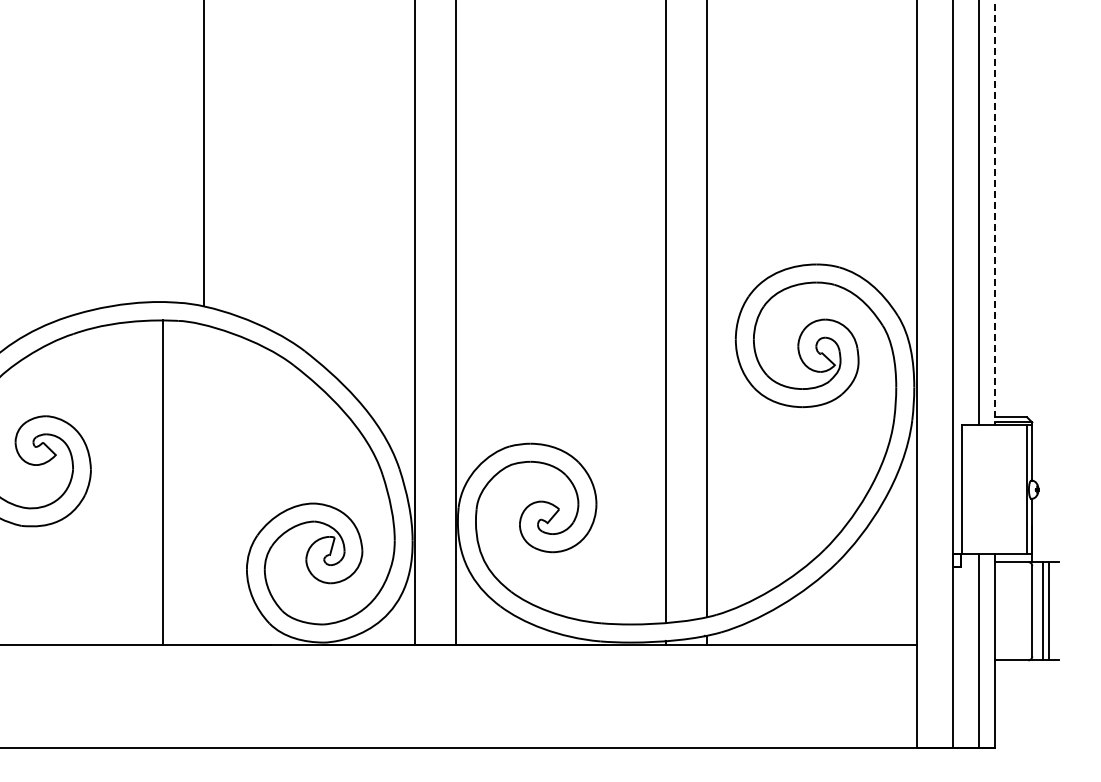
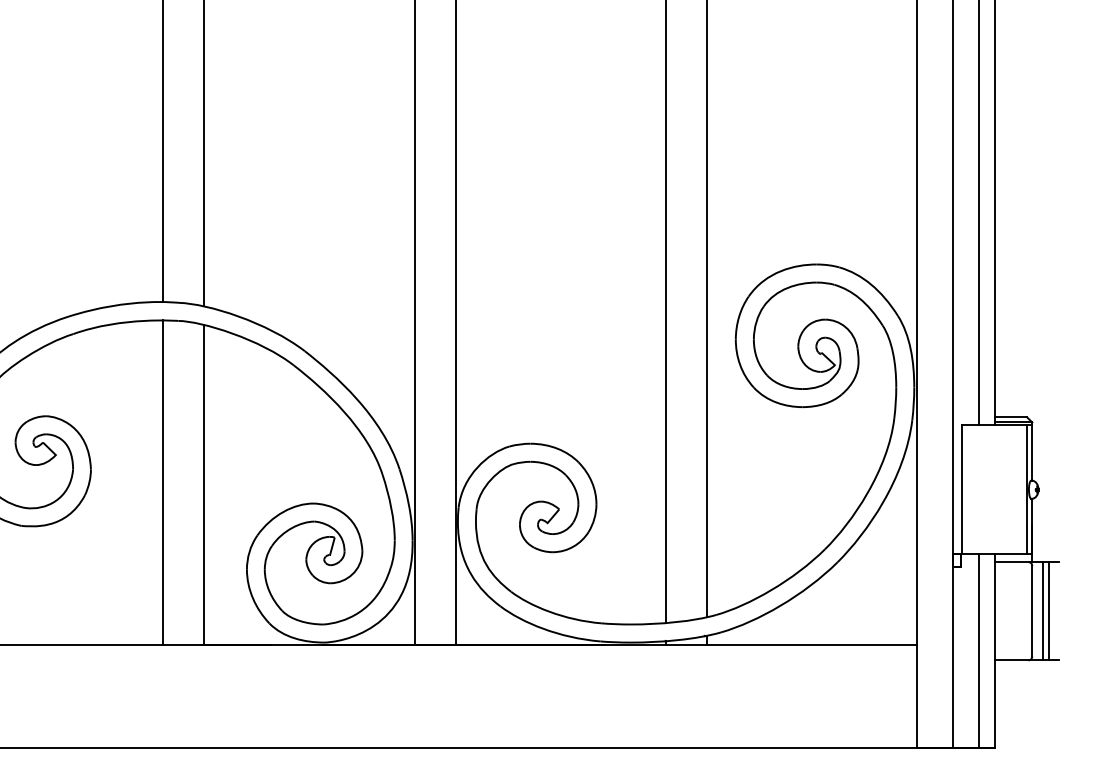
line at (163, 152): none -> present
line at (994, 213): dashed -> solid
line at (204, 484): none -> present
